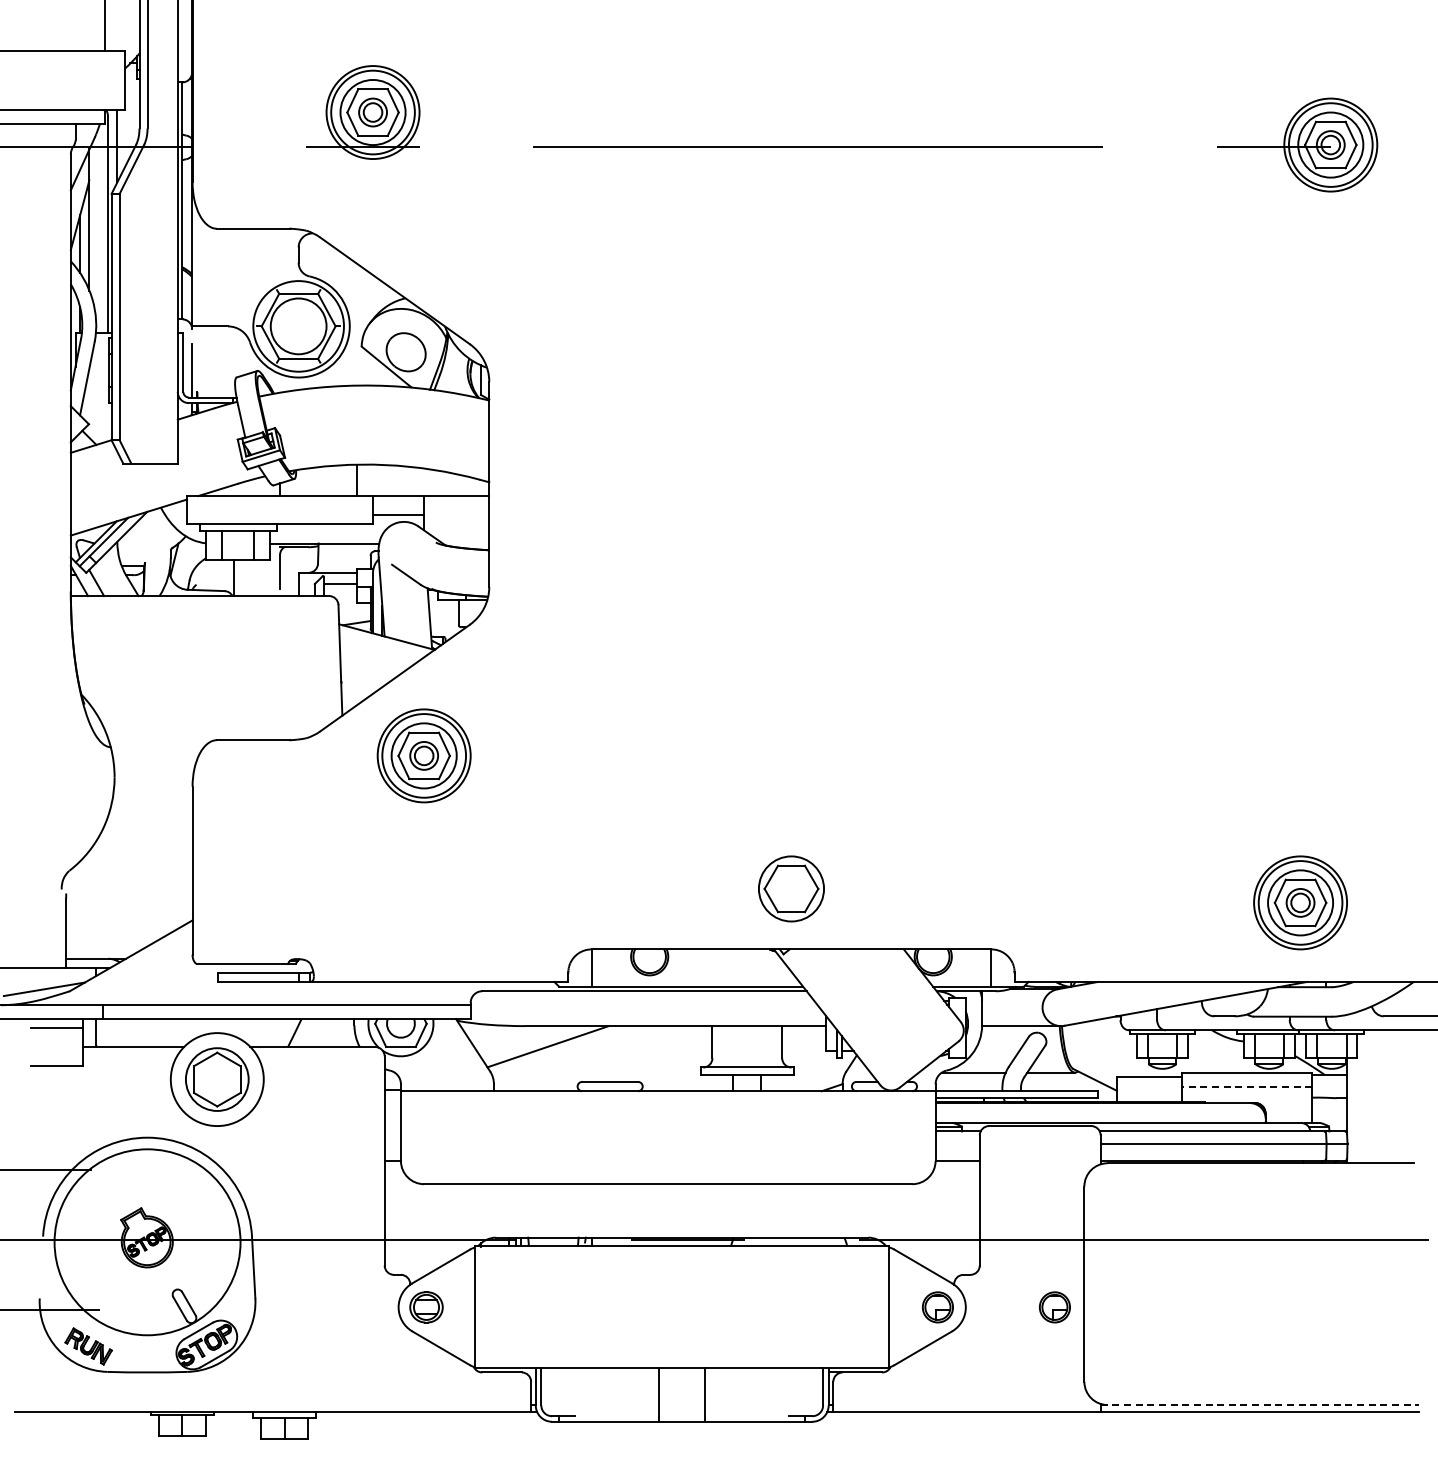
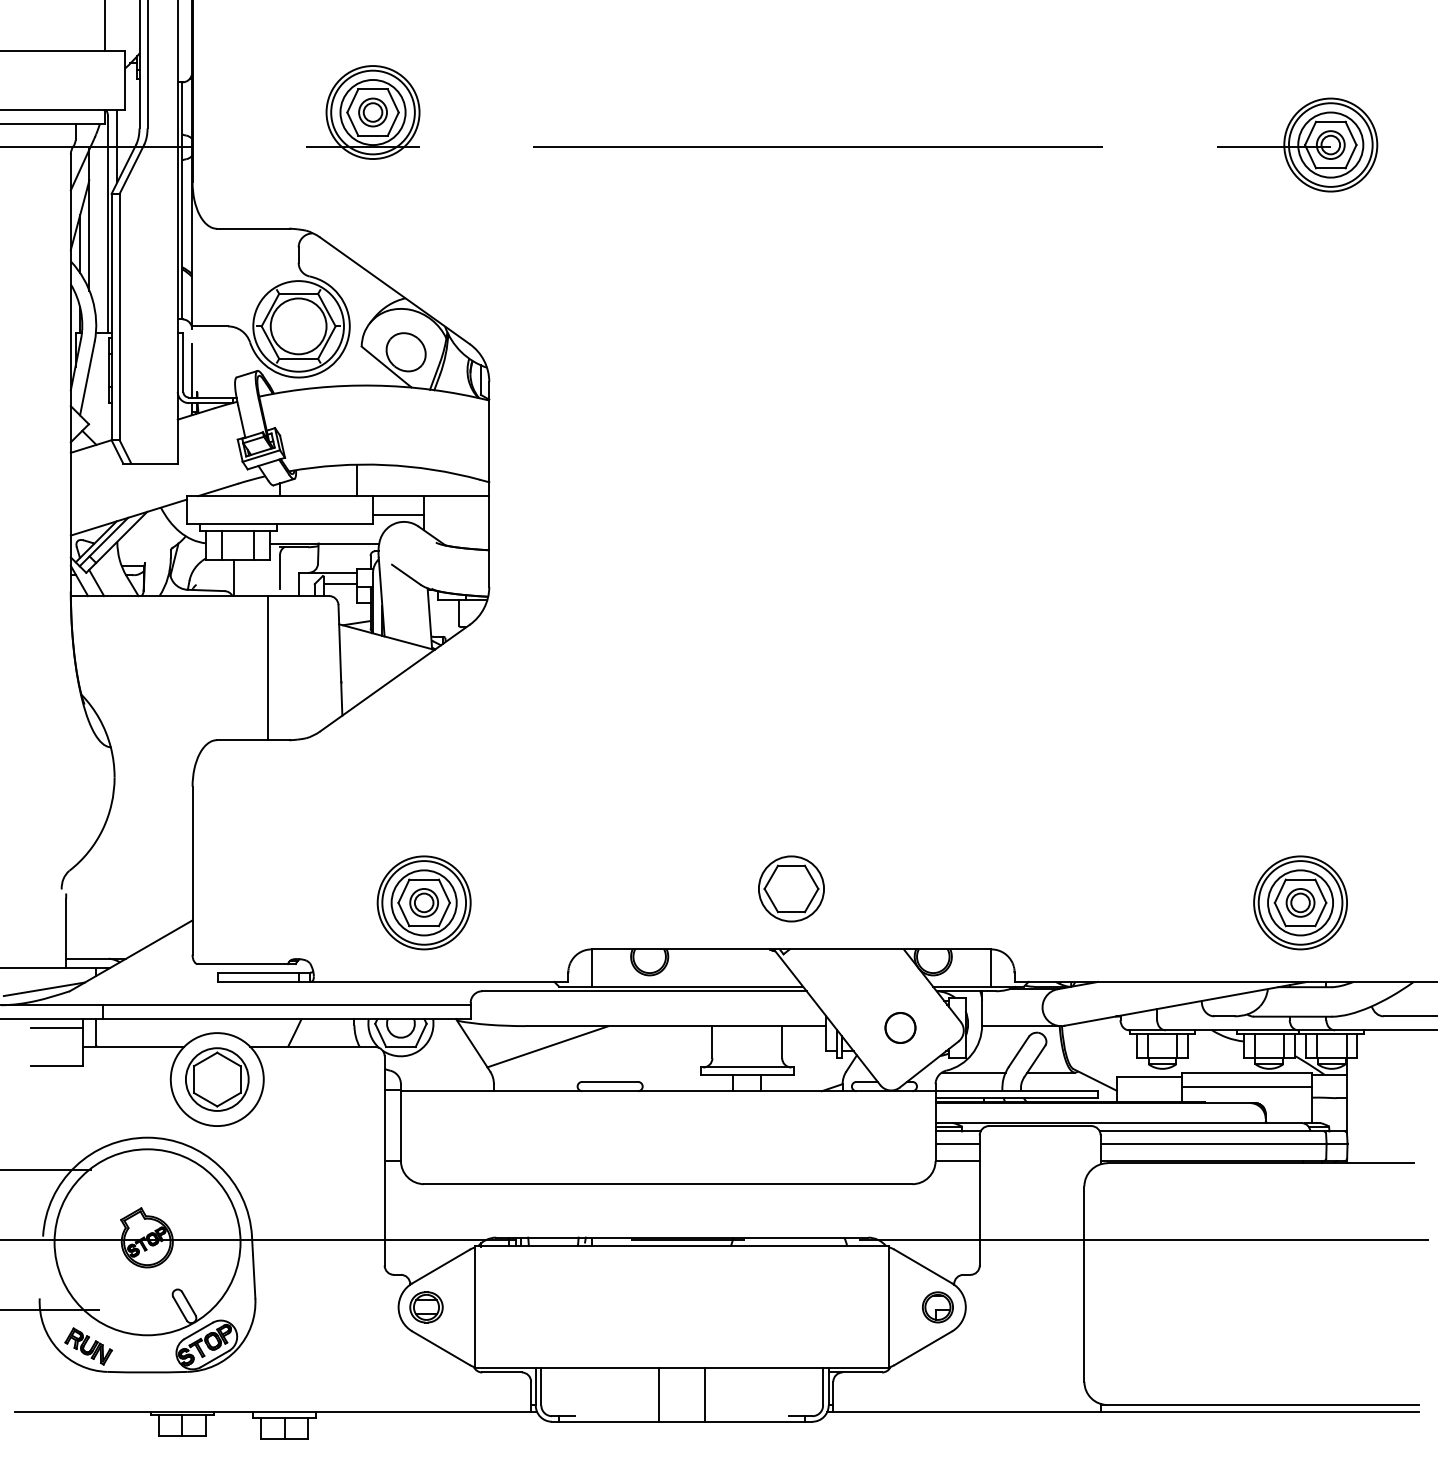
line at (268, 668): none -> present
part at (423, 755) position: (423, 755) -> (423, 902)
circle at (900, 1027): none -> present
line at (1246, 1086): dashed -> solid
line at (957, 1143): none -> present
part at (1054, 1307): present -> none
line at (1260, 1405): dashed -> solid
